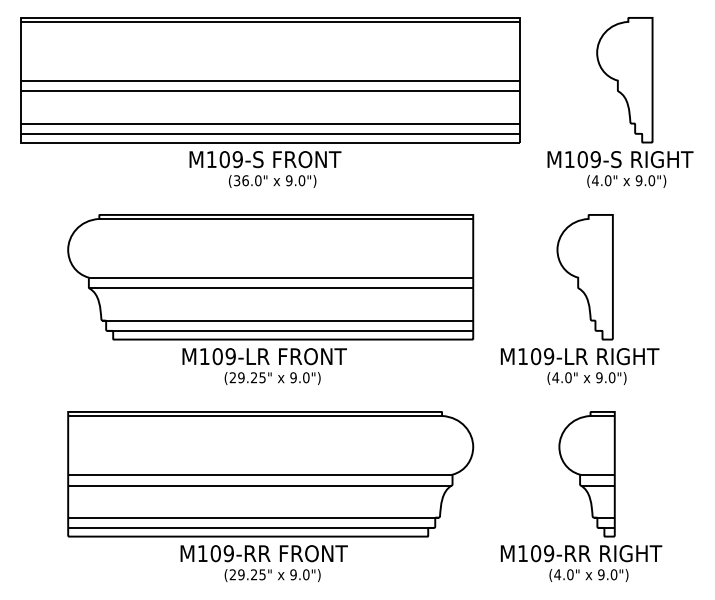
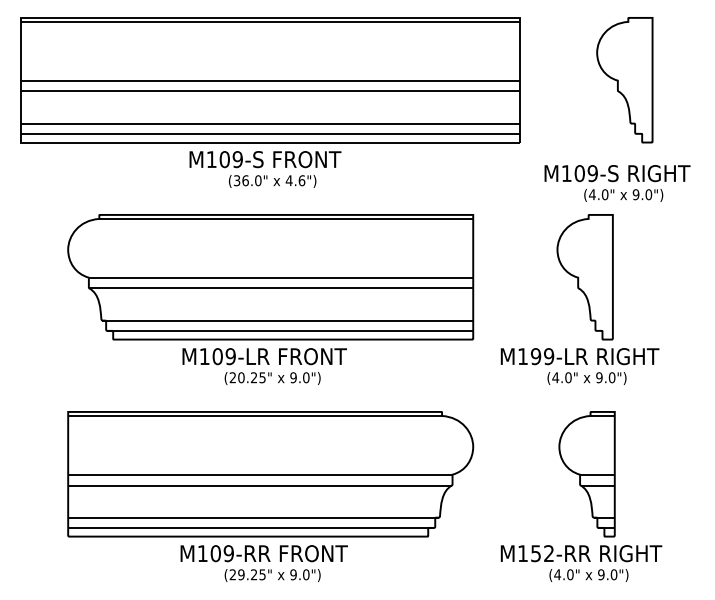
text at (620, 169) position: (620, 169) -> (617, 183)
text at (295, 180): 9.0") -> 4.6")
text at (535, 356): M109-LR -> M199-LR
text at (241, 377): (29.25" -> (20.25"
text at (542, 553): M109-RR -> M152-RR
